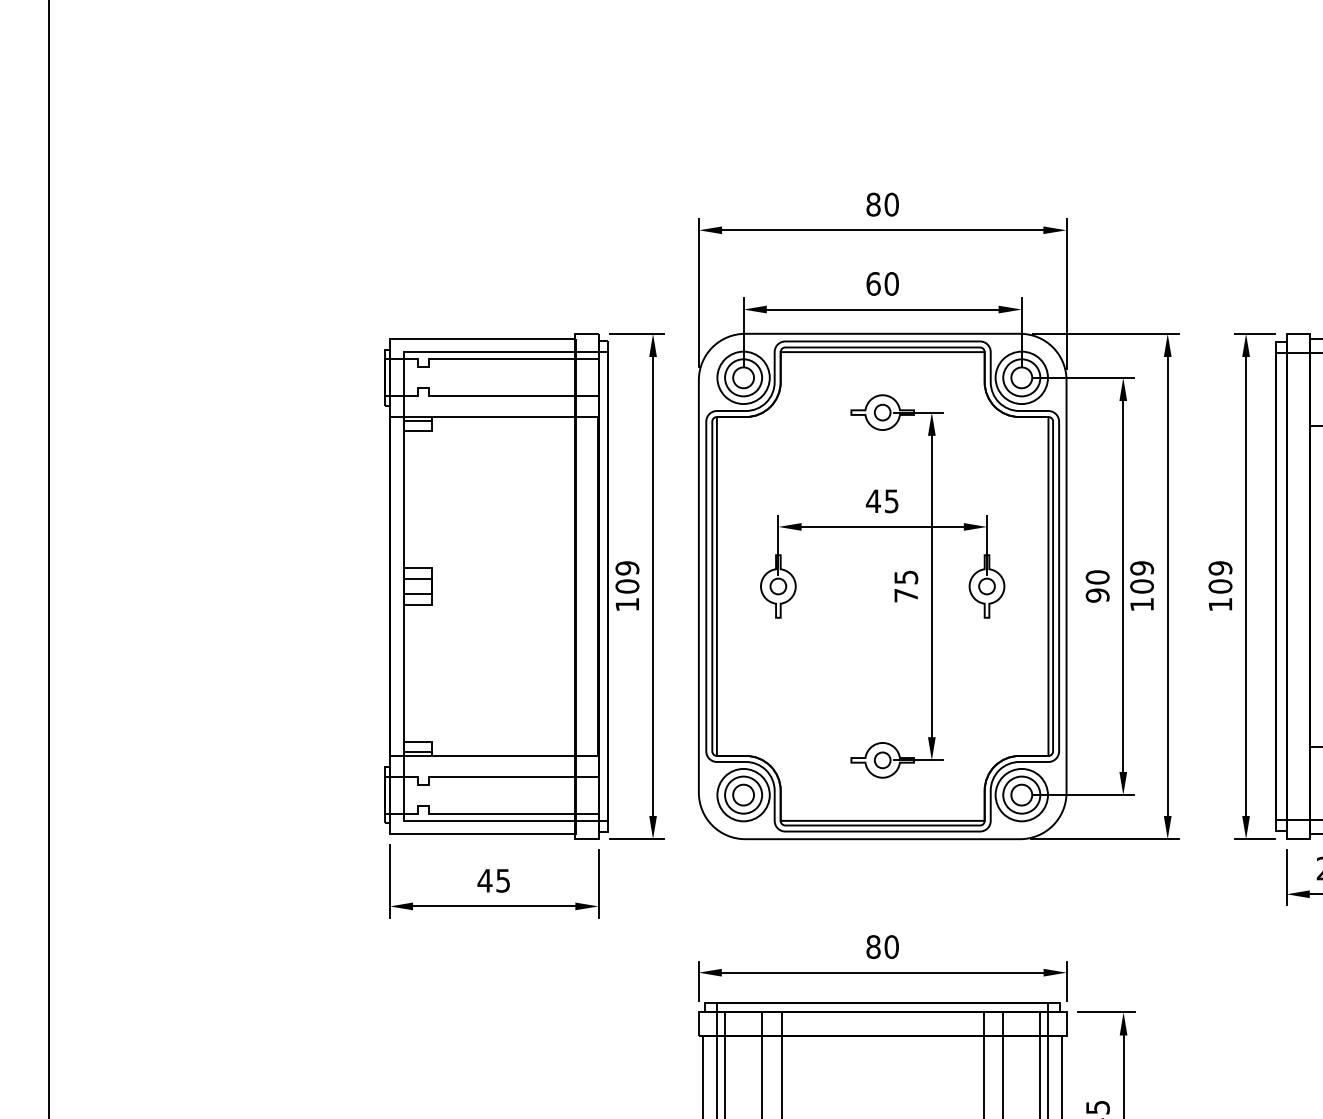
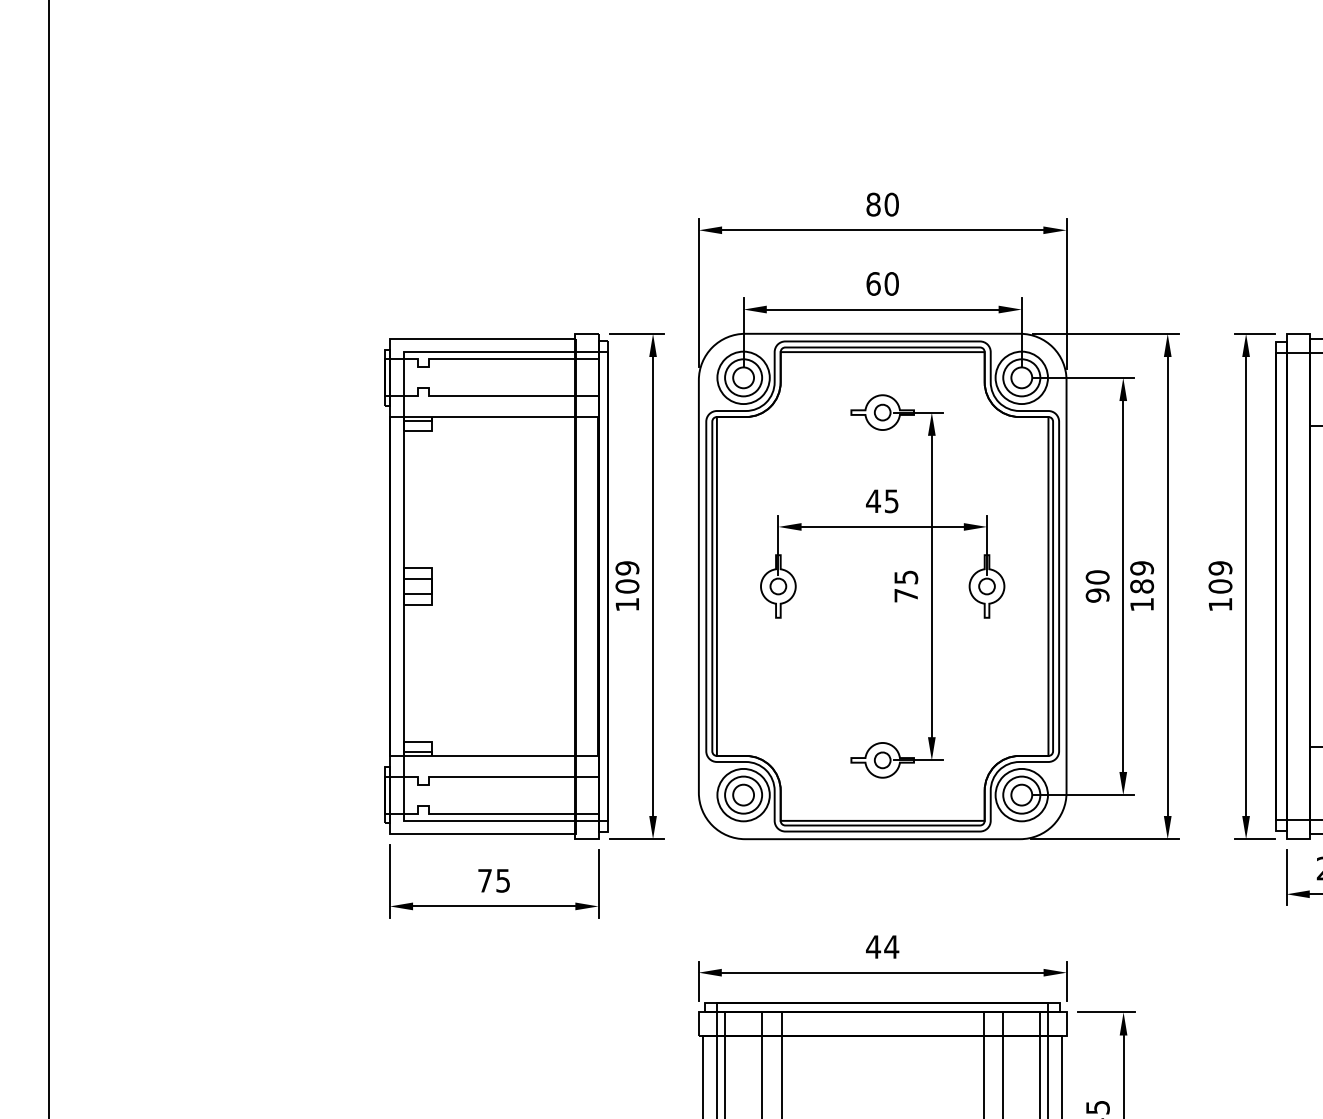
text at (1141, 586): 109 -> 189
text at (484, 880): 45 -> 75
text at (882, 947): 80 -> 44
